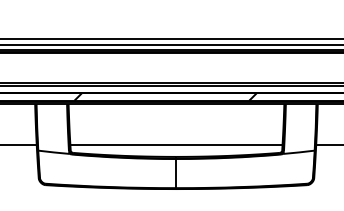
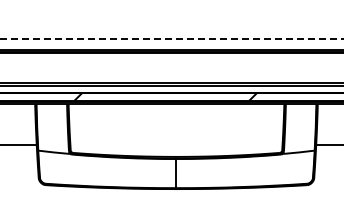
line at (172, 38): solid -> dashed
line at (171, 44): present -> none
line at (176, 144): present -> none
